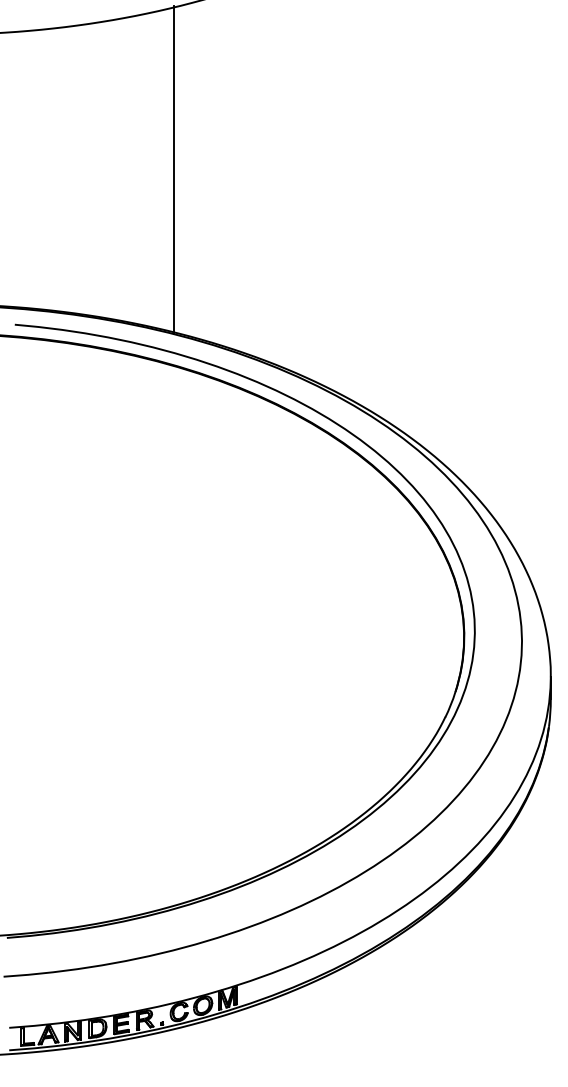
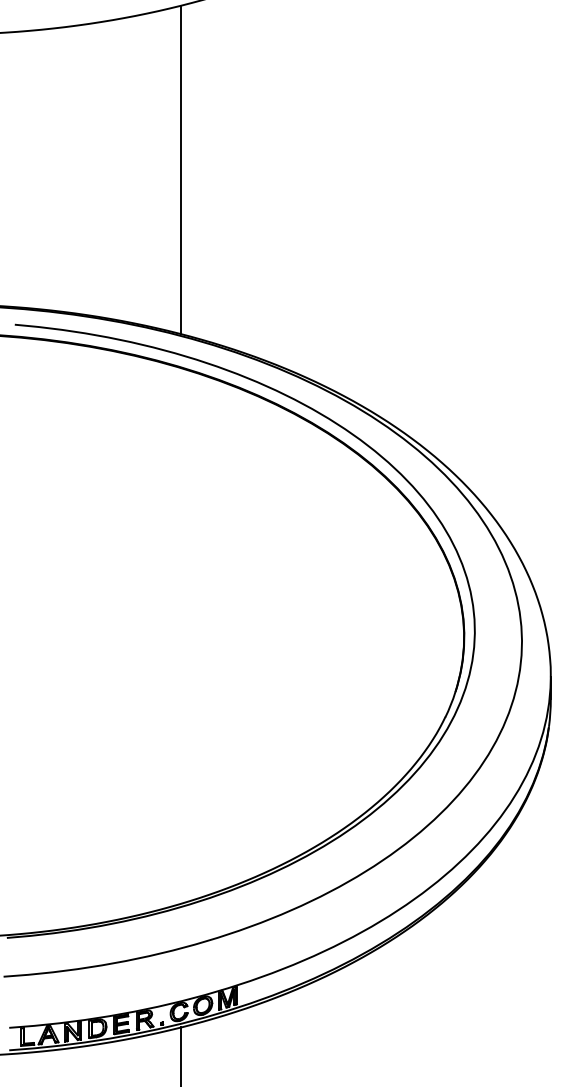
line at (173, 169) position: (173, 169) -> (180, 169)
line at (180, 1055): none -> present
